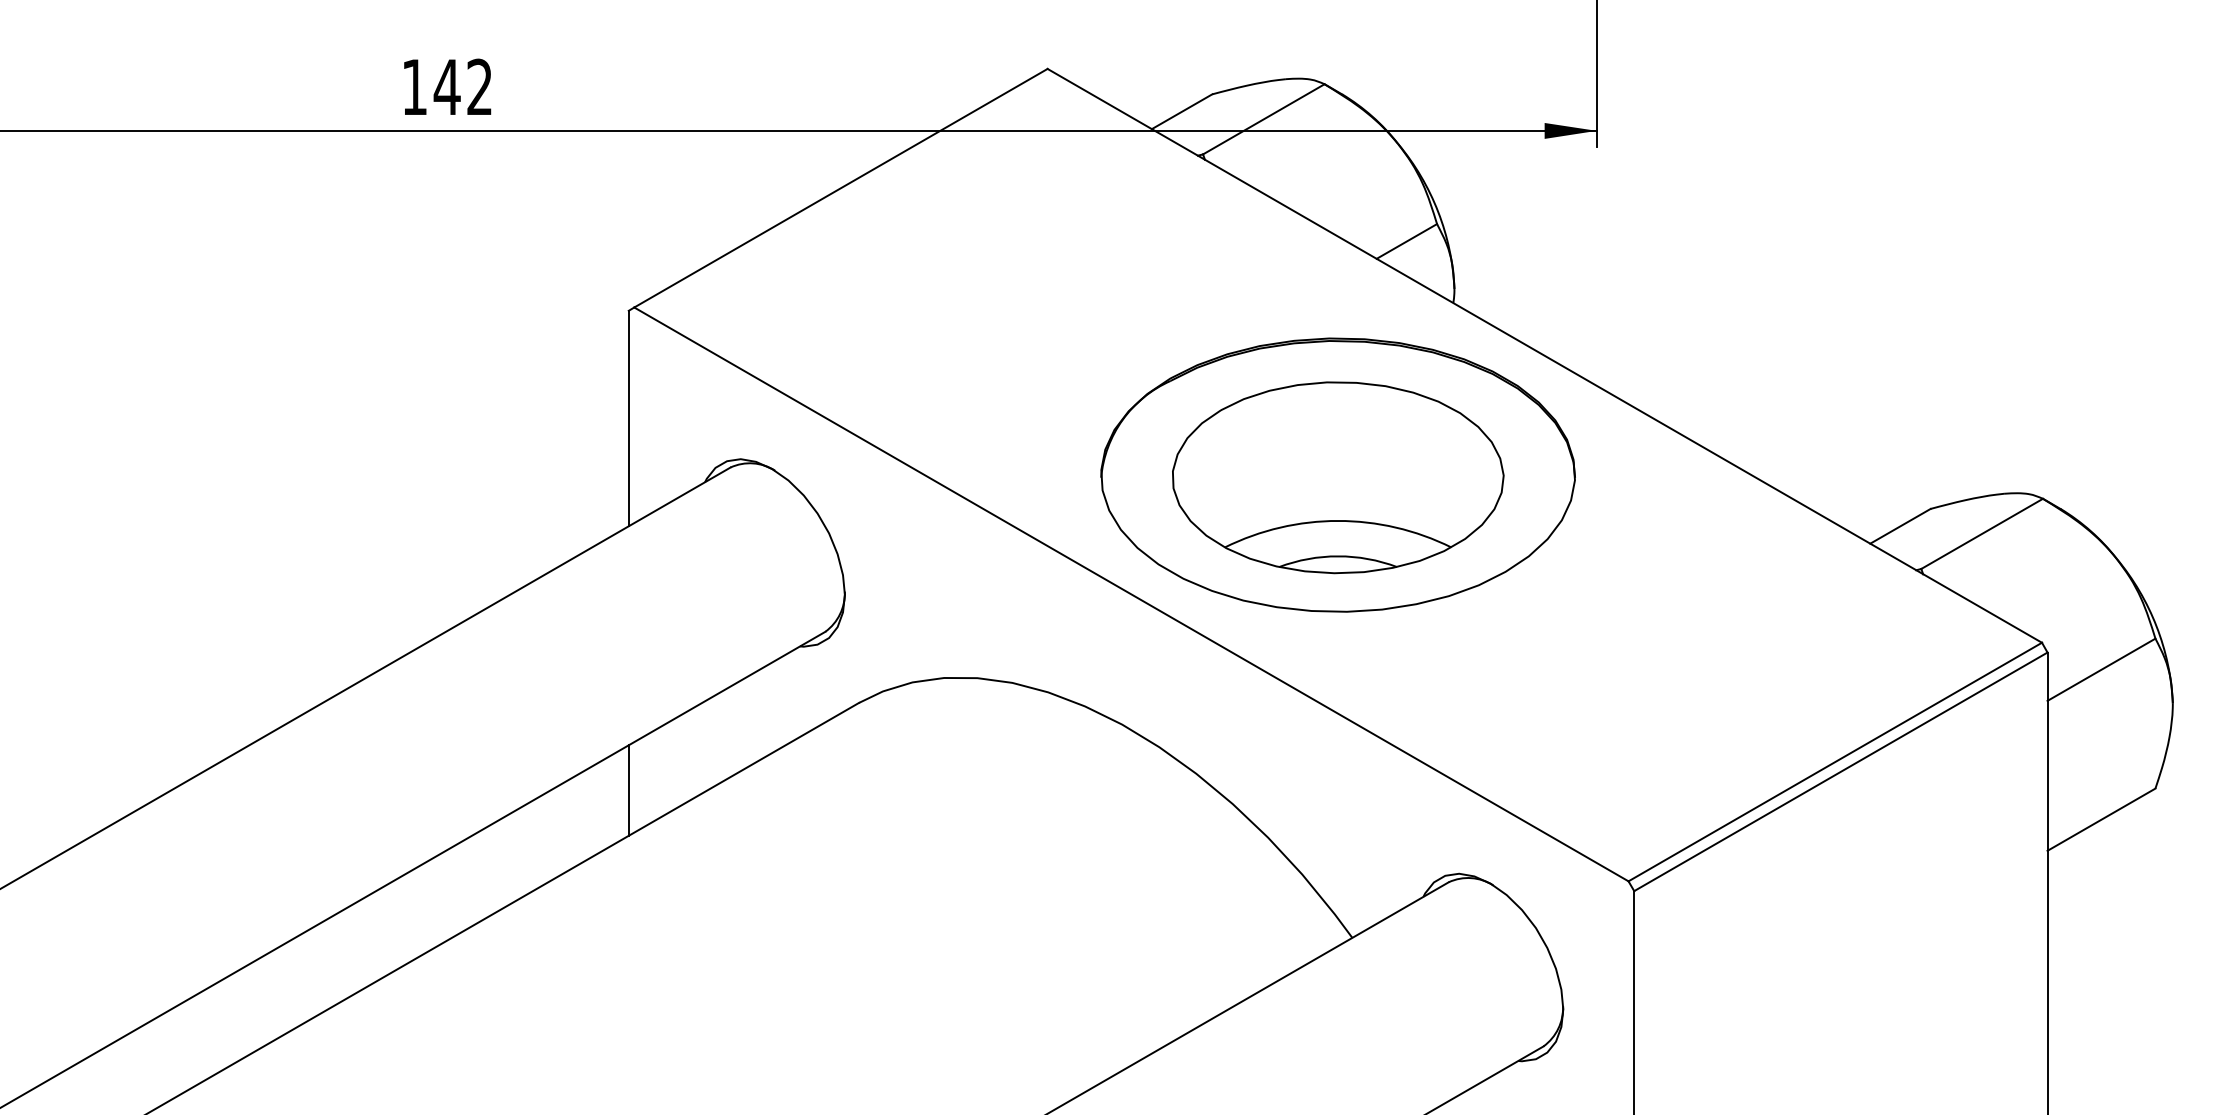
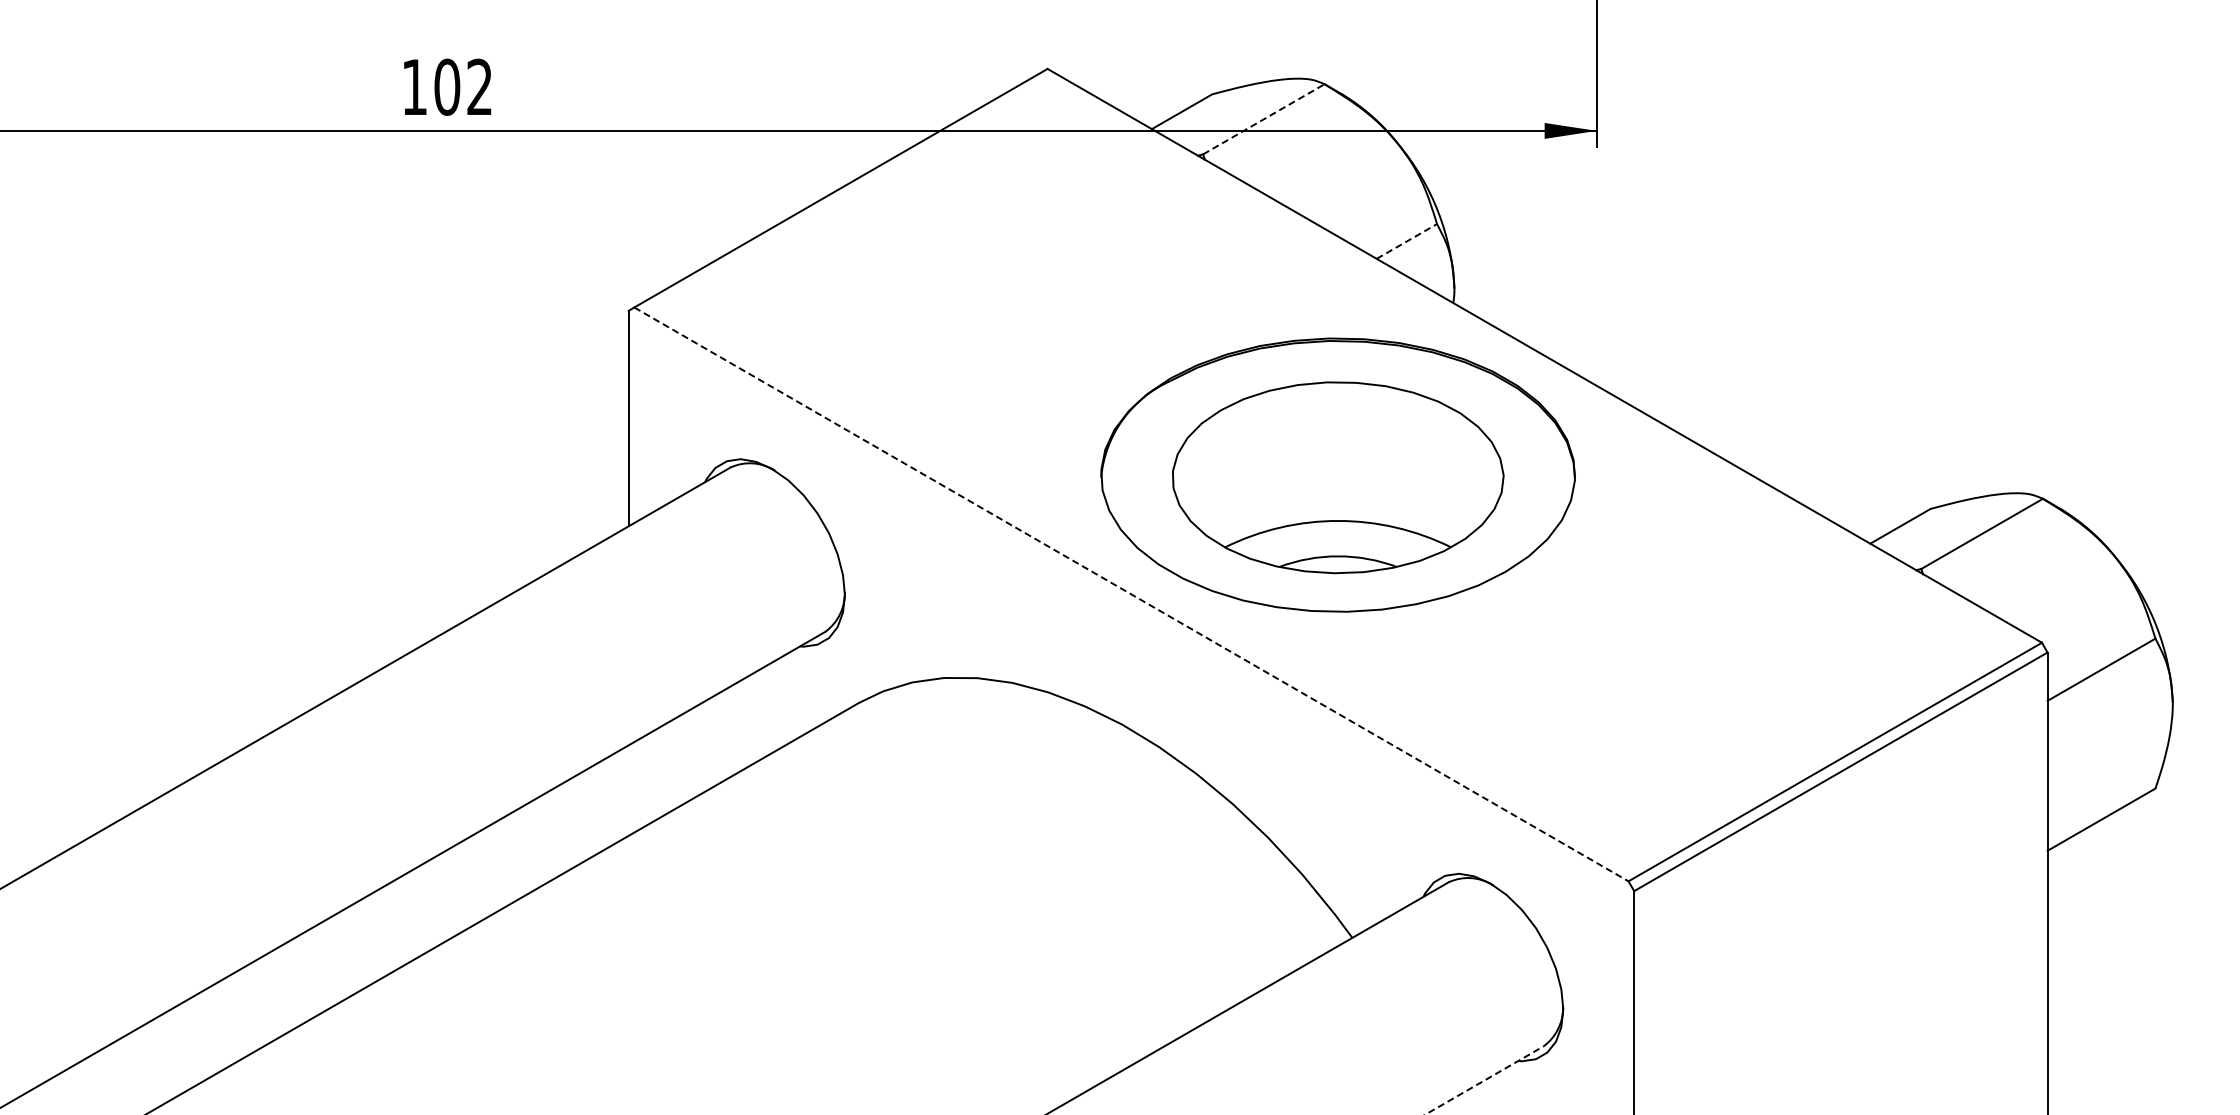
text at (446, 86): 142 -> 102
line at (1264, 119): solid -> dashed
line at (1406, 241): solid -> dashed
line at (1131, 594): solid -> dashed
line at (628, 790): present -> none
line at (1484, 1080): solid -> dashed
